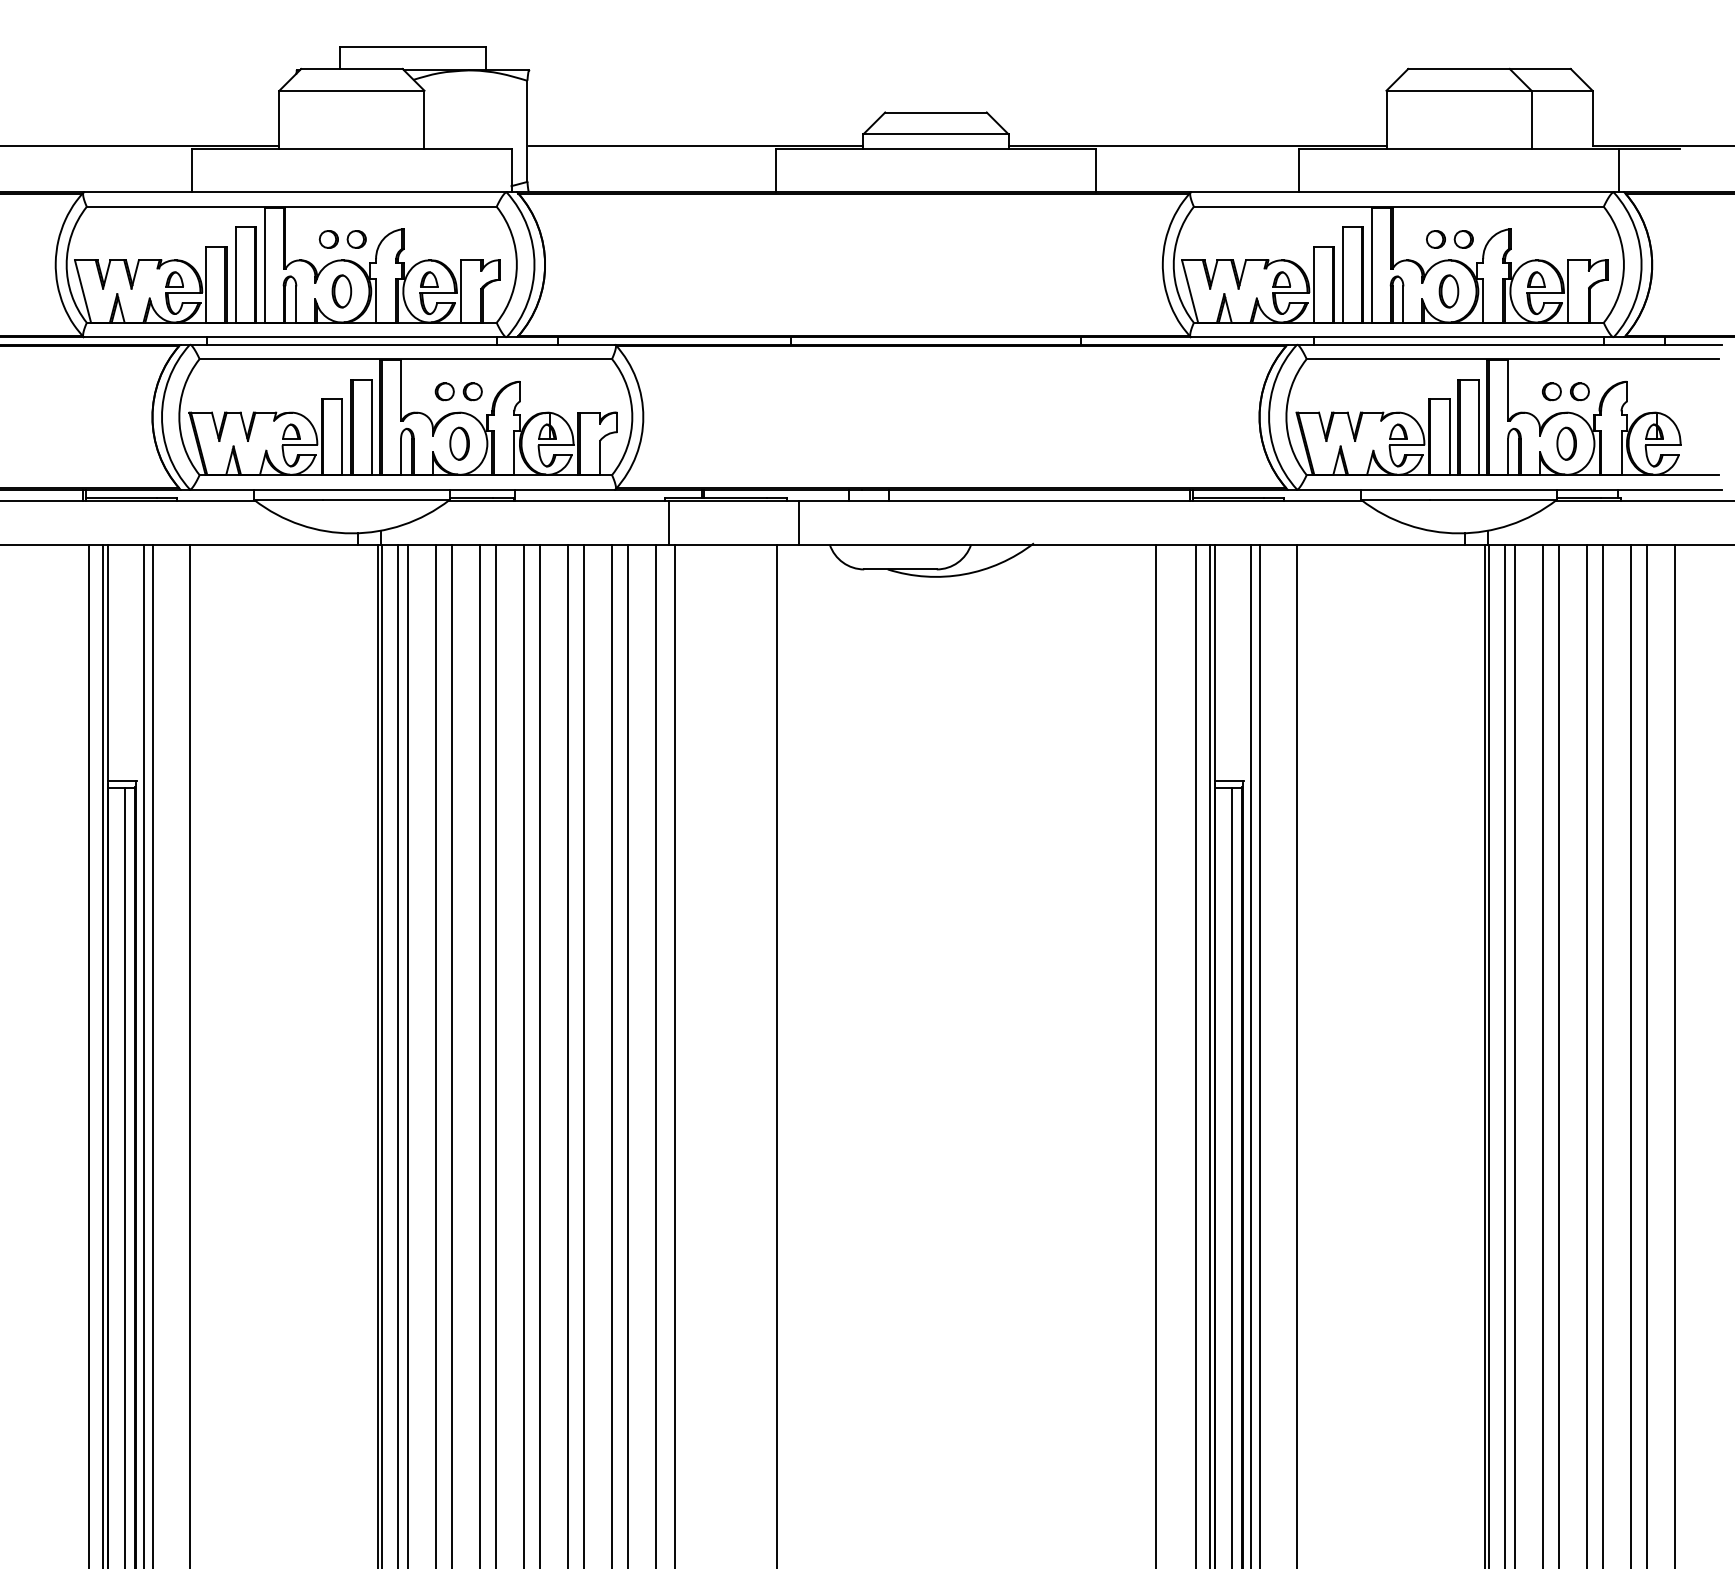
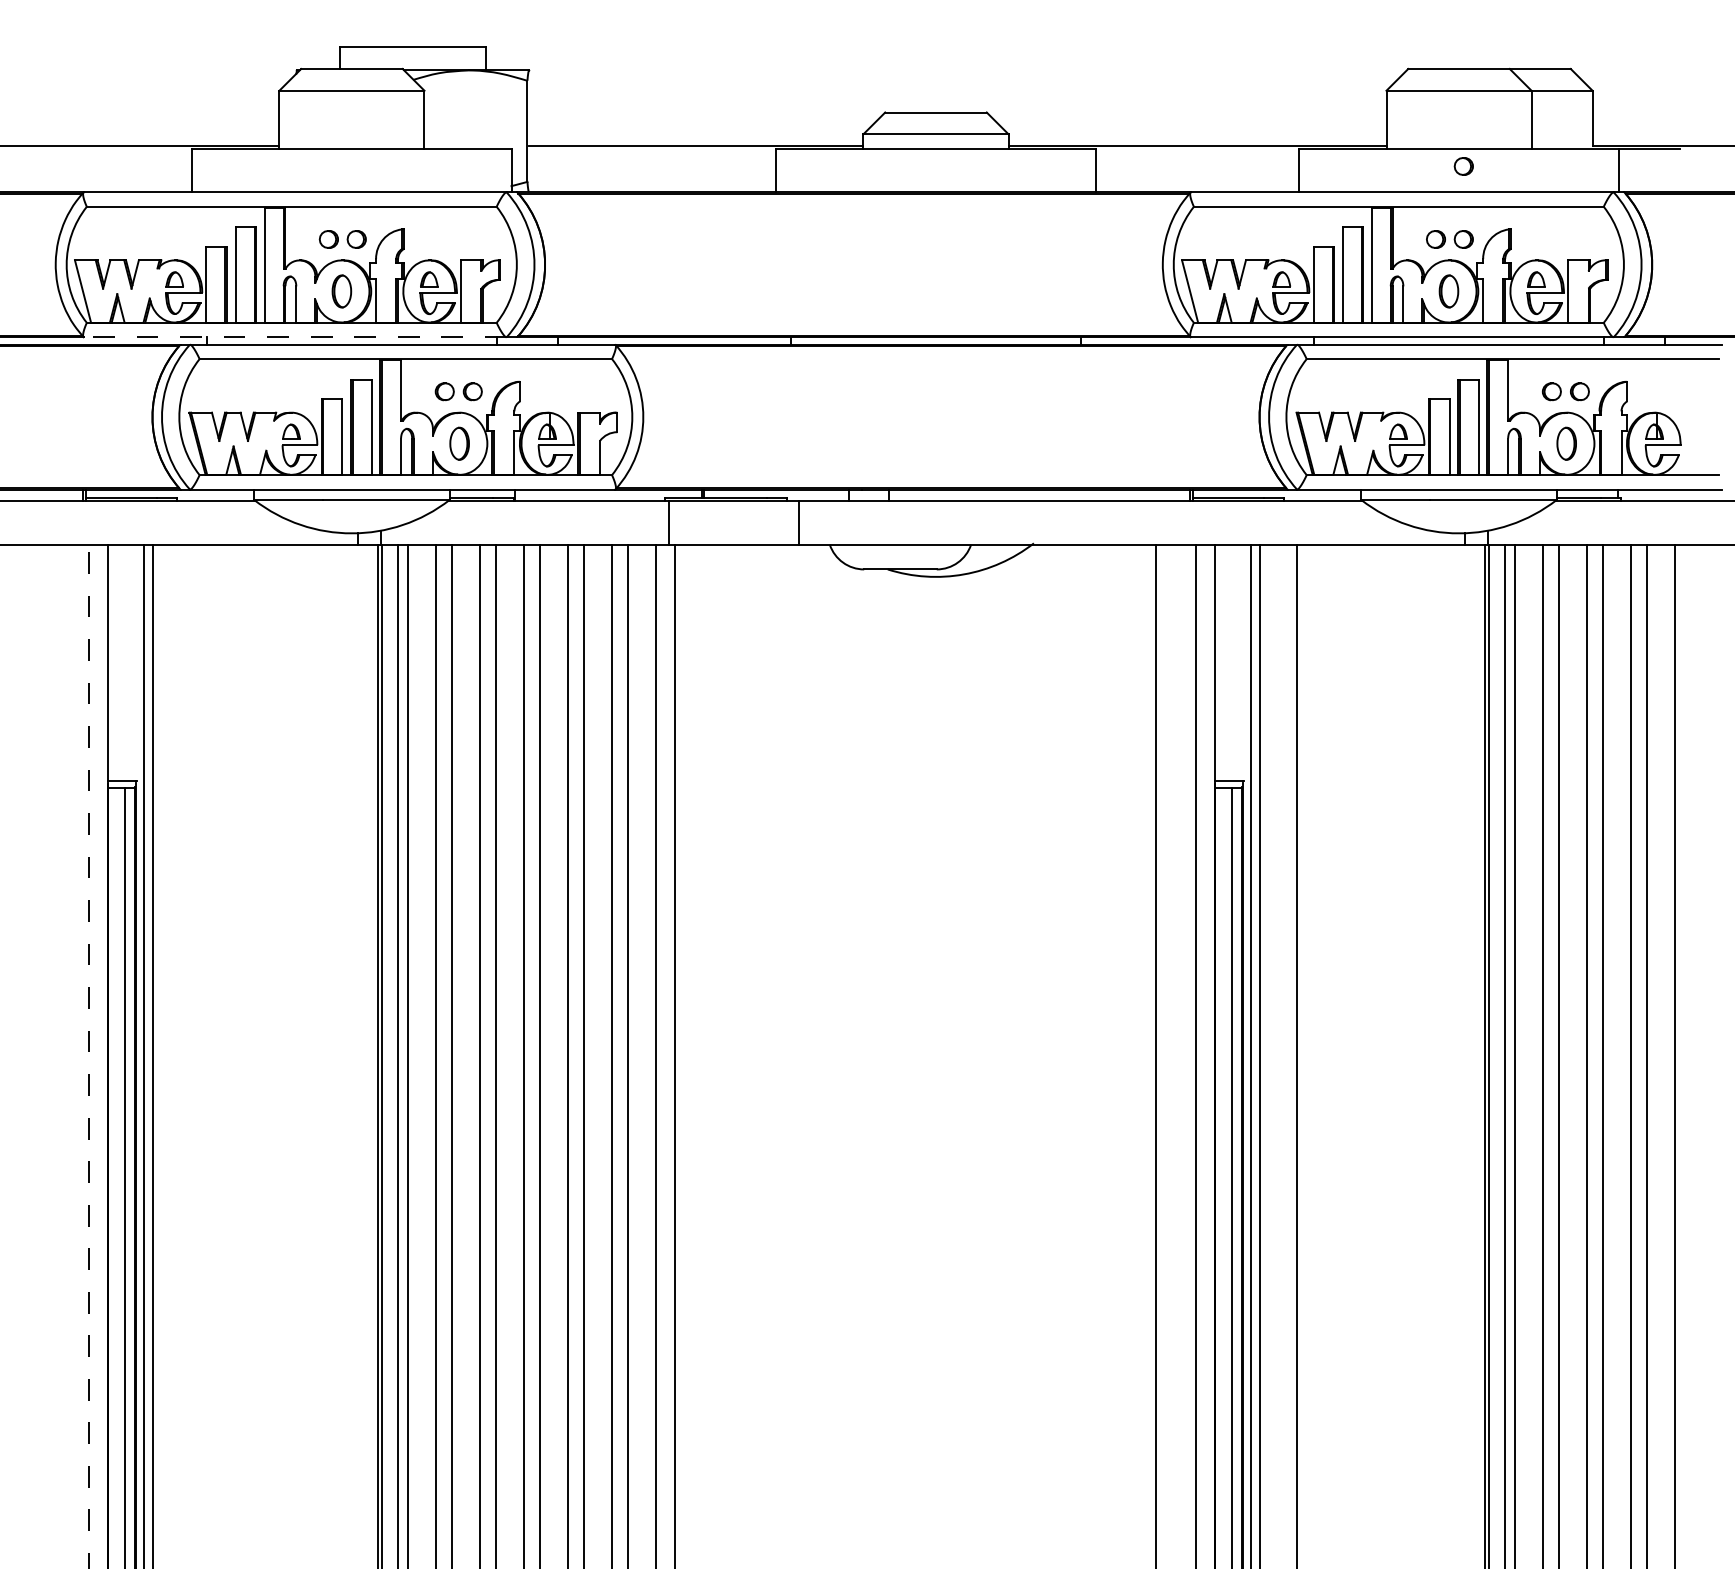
part at (1463, 166): none -> present
line at (294, 337): solid -> dashed
line at (102, 1054): present -> none
line at (190, 1054): present -> none
line at (777, 1054): present -> none
line at (1210, 1054): present -> none
line at (88, 1056): solid -> dashed
